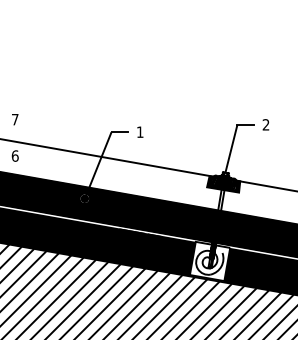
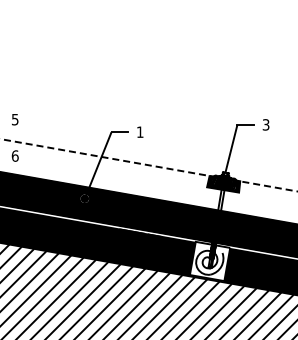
text at (15, 119): 7 -> 5
text at (265, 125): 2 -> 3
line at (148, 165): solid -> dashed
